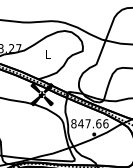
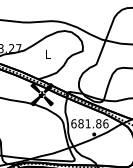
text at (86, 123): 847.66 -> 681.86
